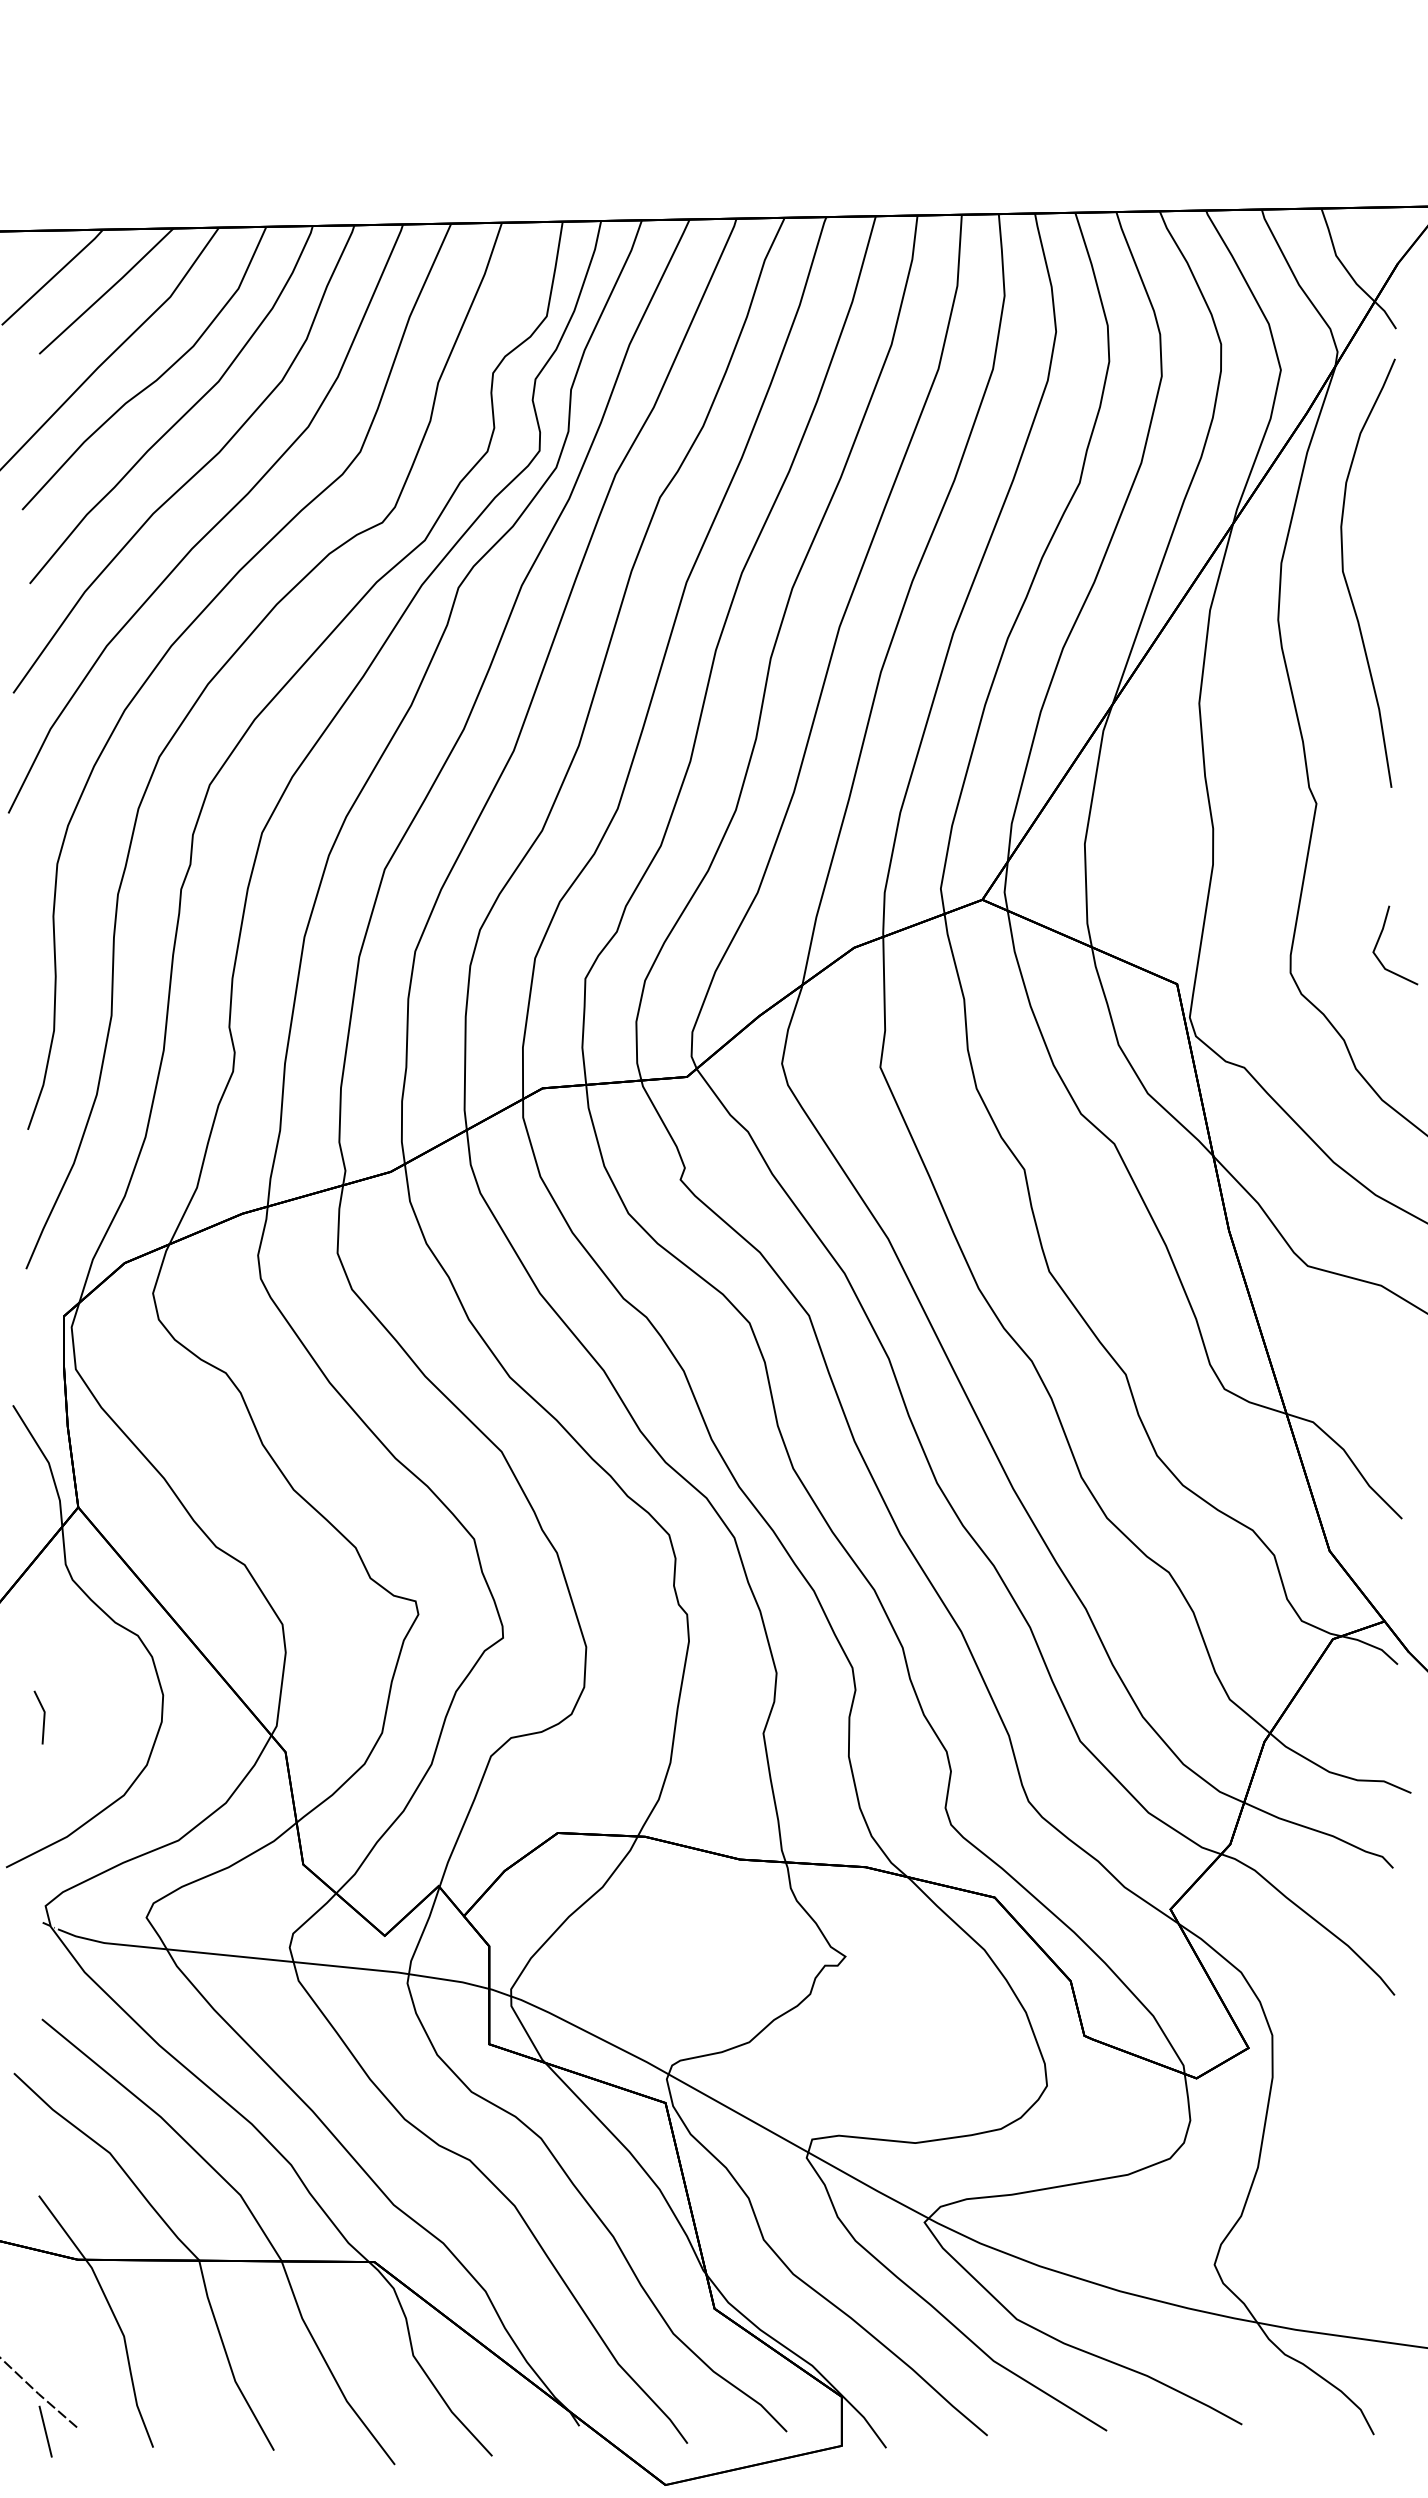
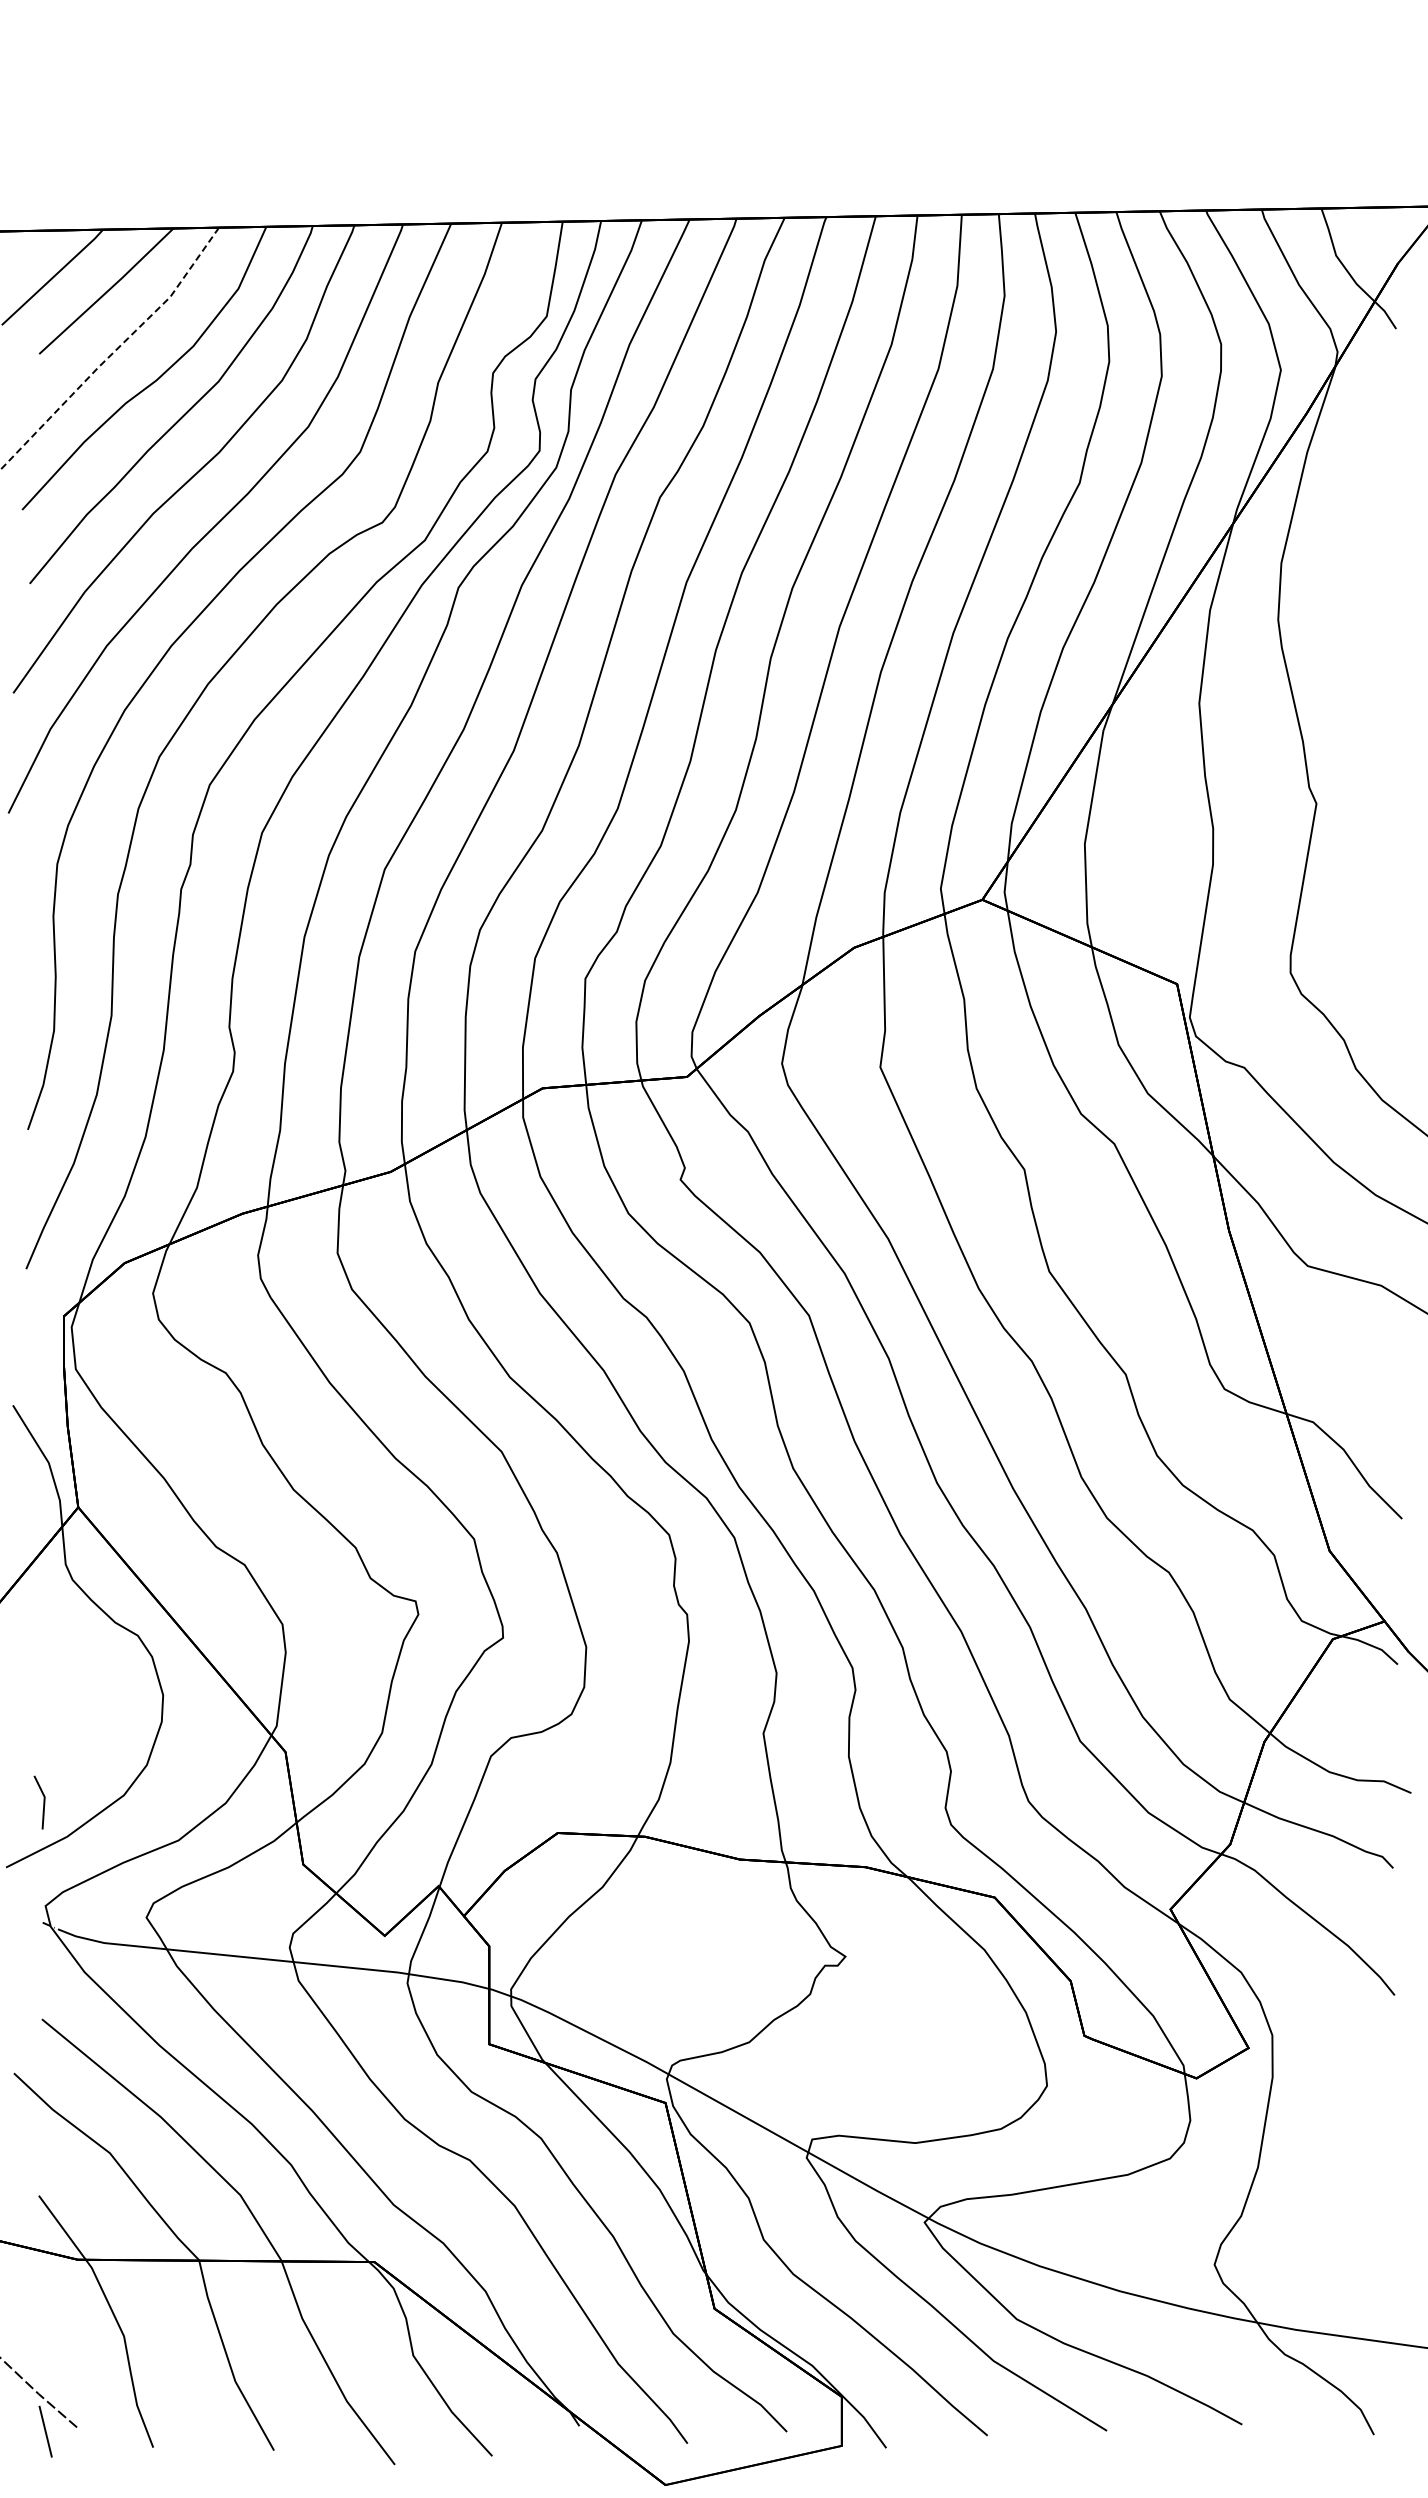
line at (113, 352): solid -> dashed
curve at (1346, 579): present -> none
line at (1379, 940): present -> none
line at (43, 1717) position: (43, 1717) -> (43, 1802)
